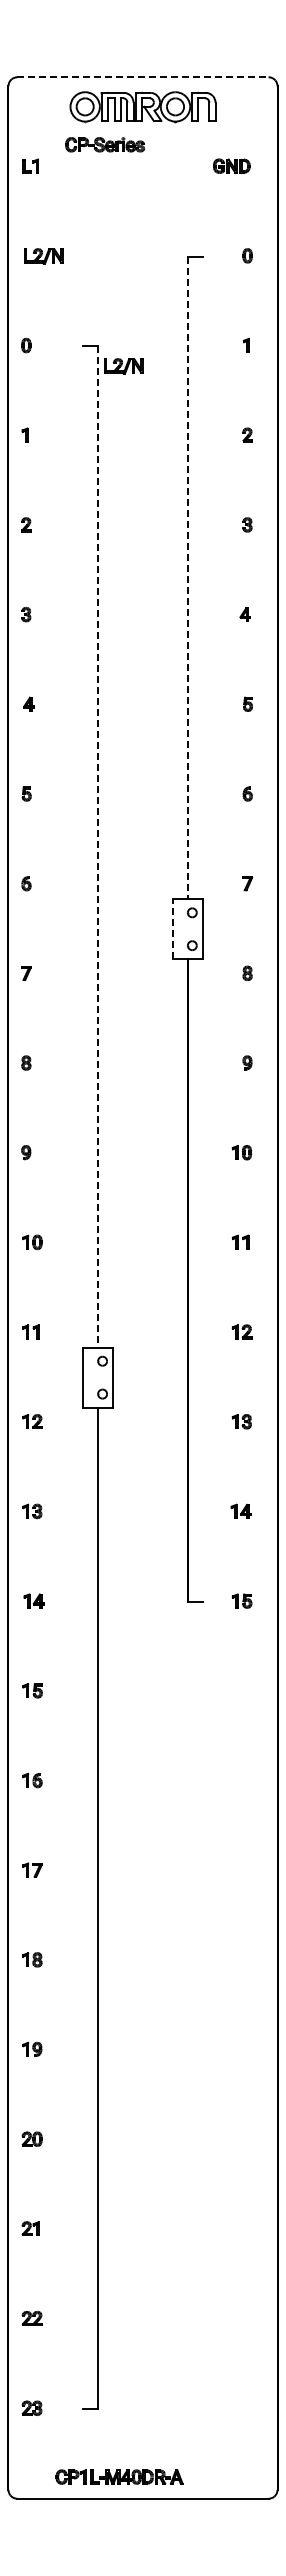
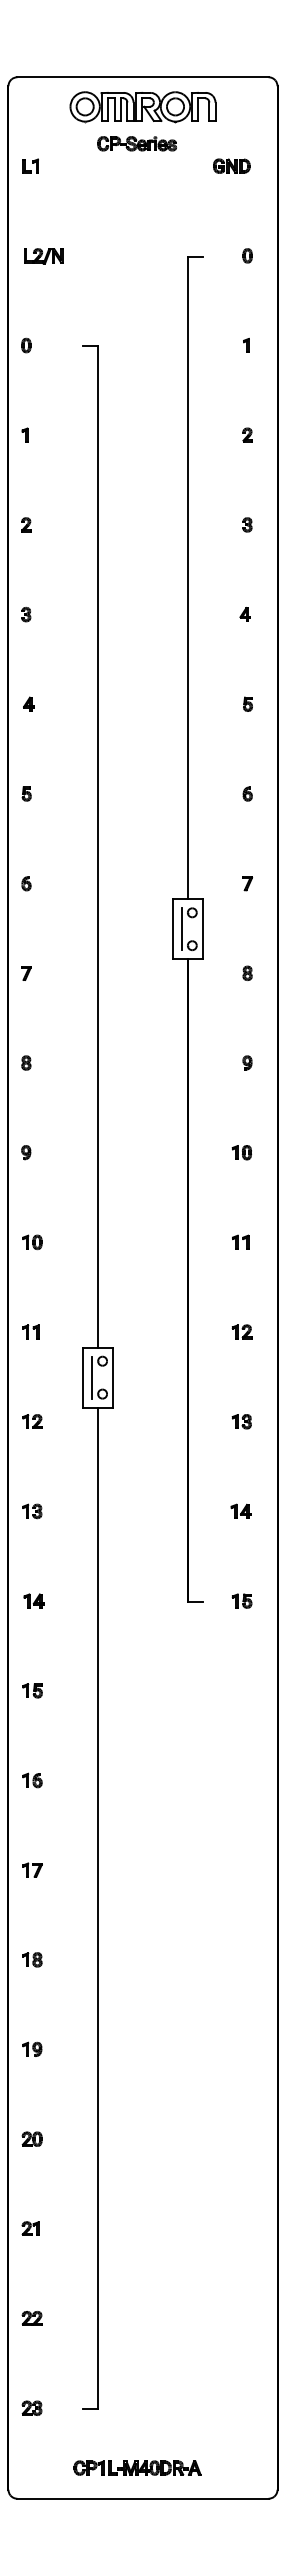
line at (142, 77): dashed -> solid
part at (104, 144) position: (104, 144) -> (136, 143)
part at (123, 366): present -> none
line at (187, 578): dashed -> solid
line at (98, 847): dashed -> solid
line at (172, 929): dashed -> solid
line at (181, 929): none -> present
line at (92, 1377): none -> present
part at (119, 2476) position: (119, 2476) -> (137, 2467)
